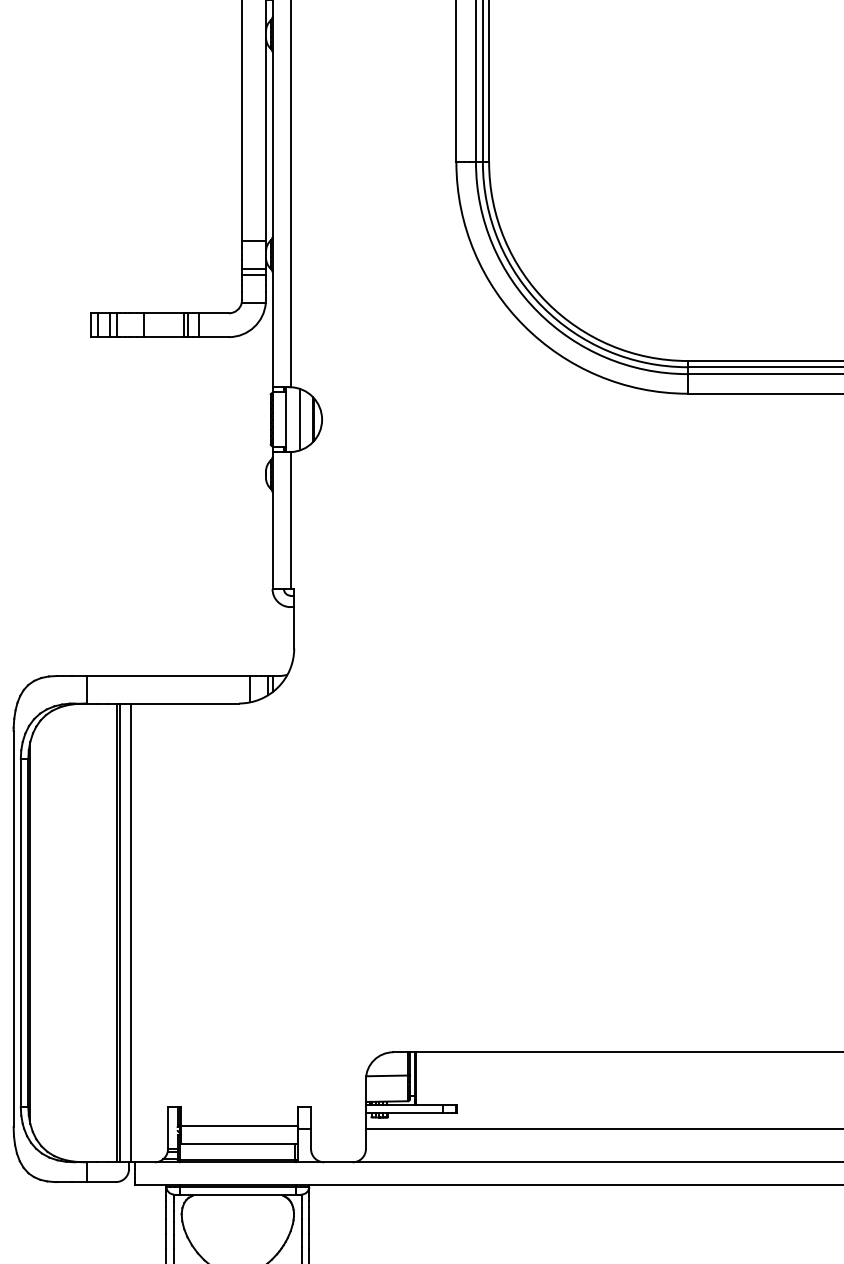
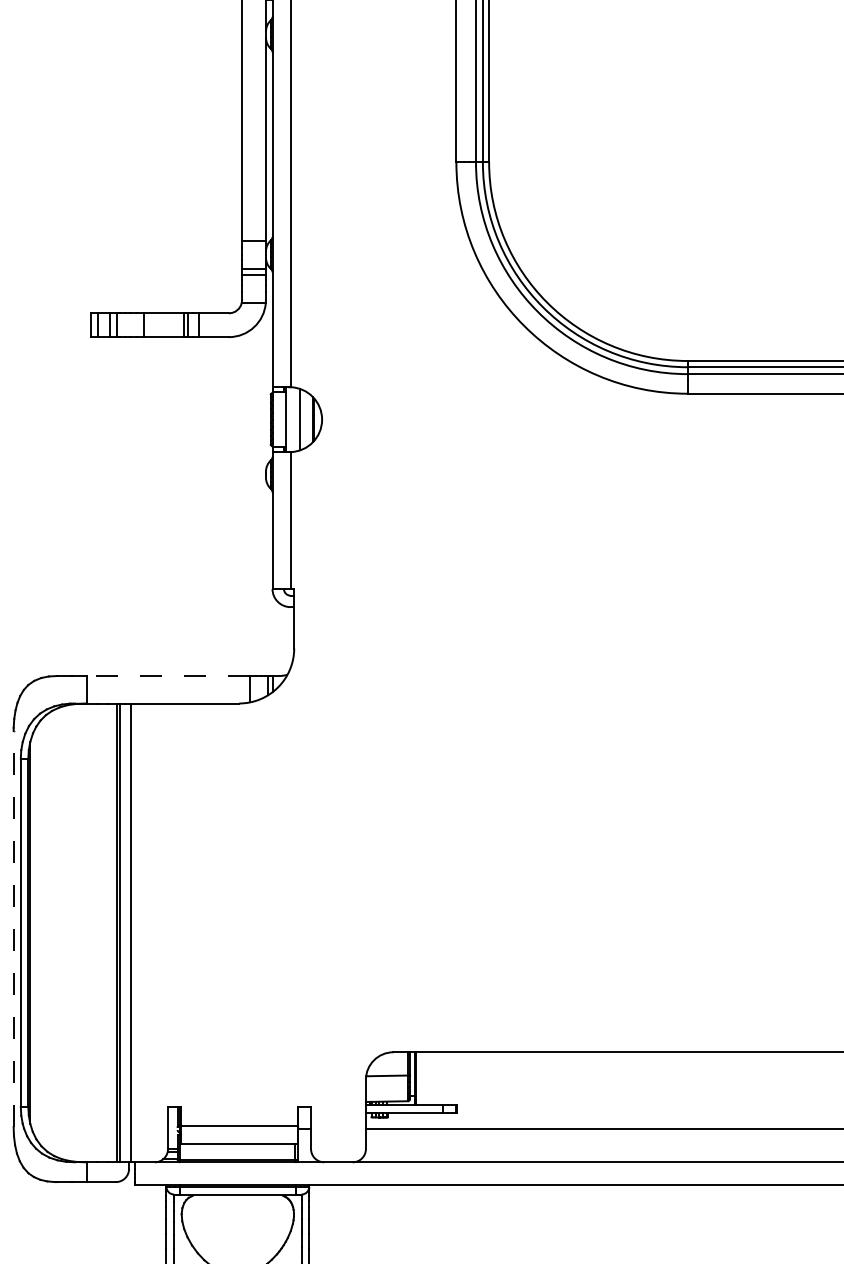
line at (168, 676): solid -> dashed
line at (13, 928): solid -> dashed
